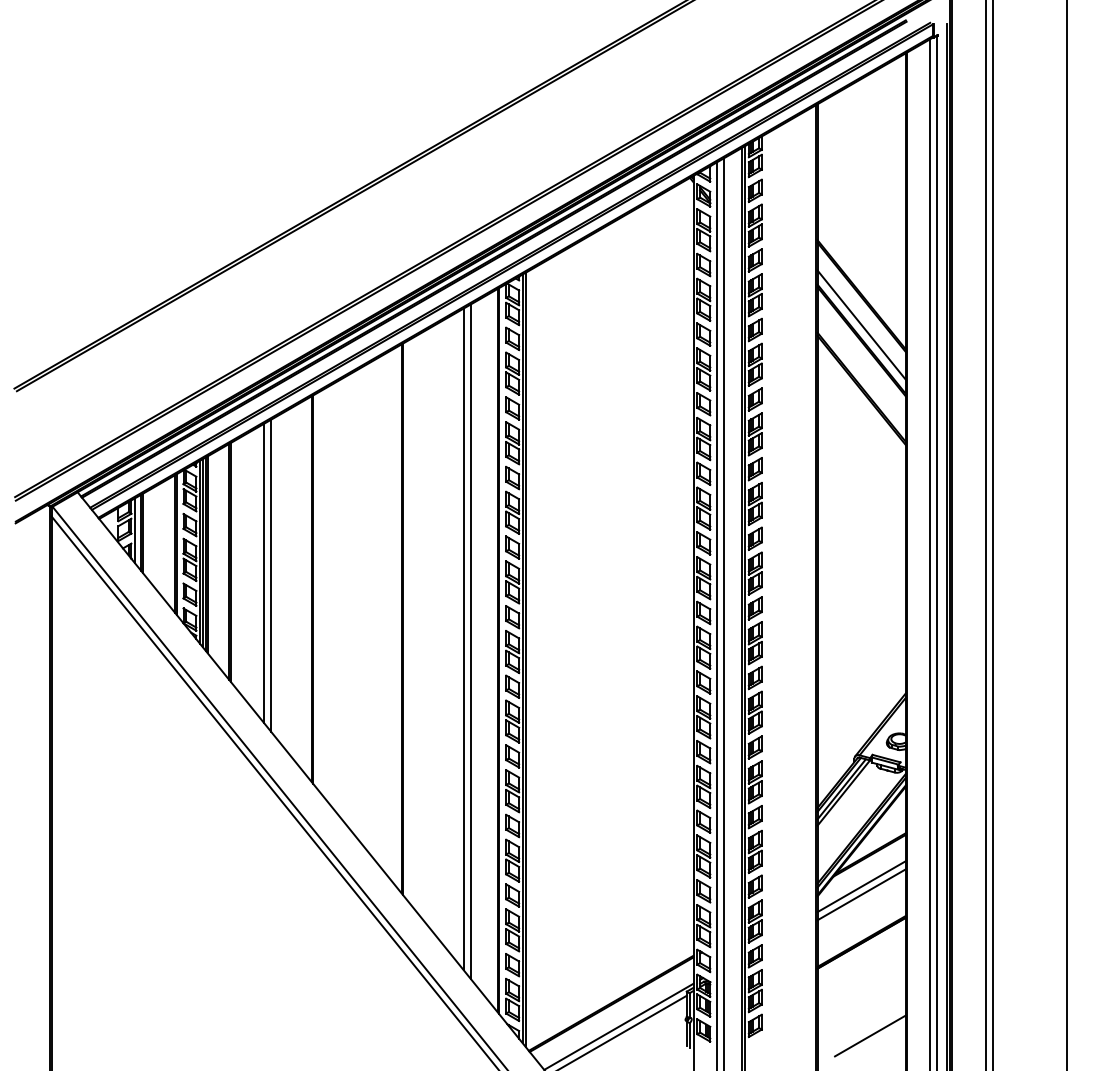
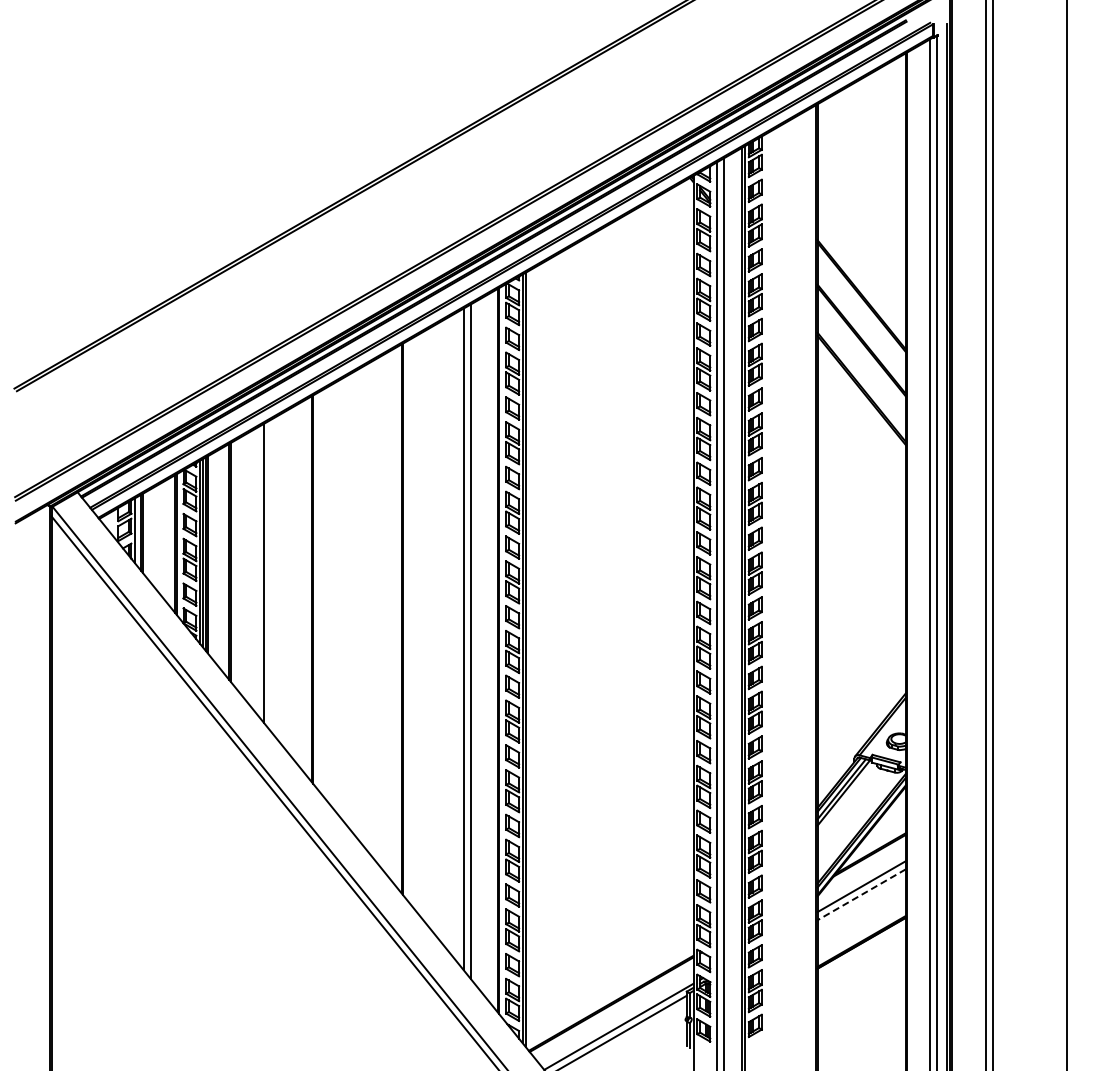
line at (861, 324): present -> none
line at (271, 575): present -> none
line at (861, 894): solid -> dashed
line at (870, 1035): present -> none
